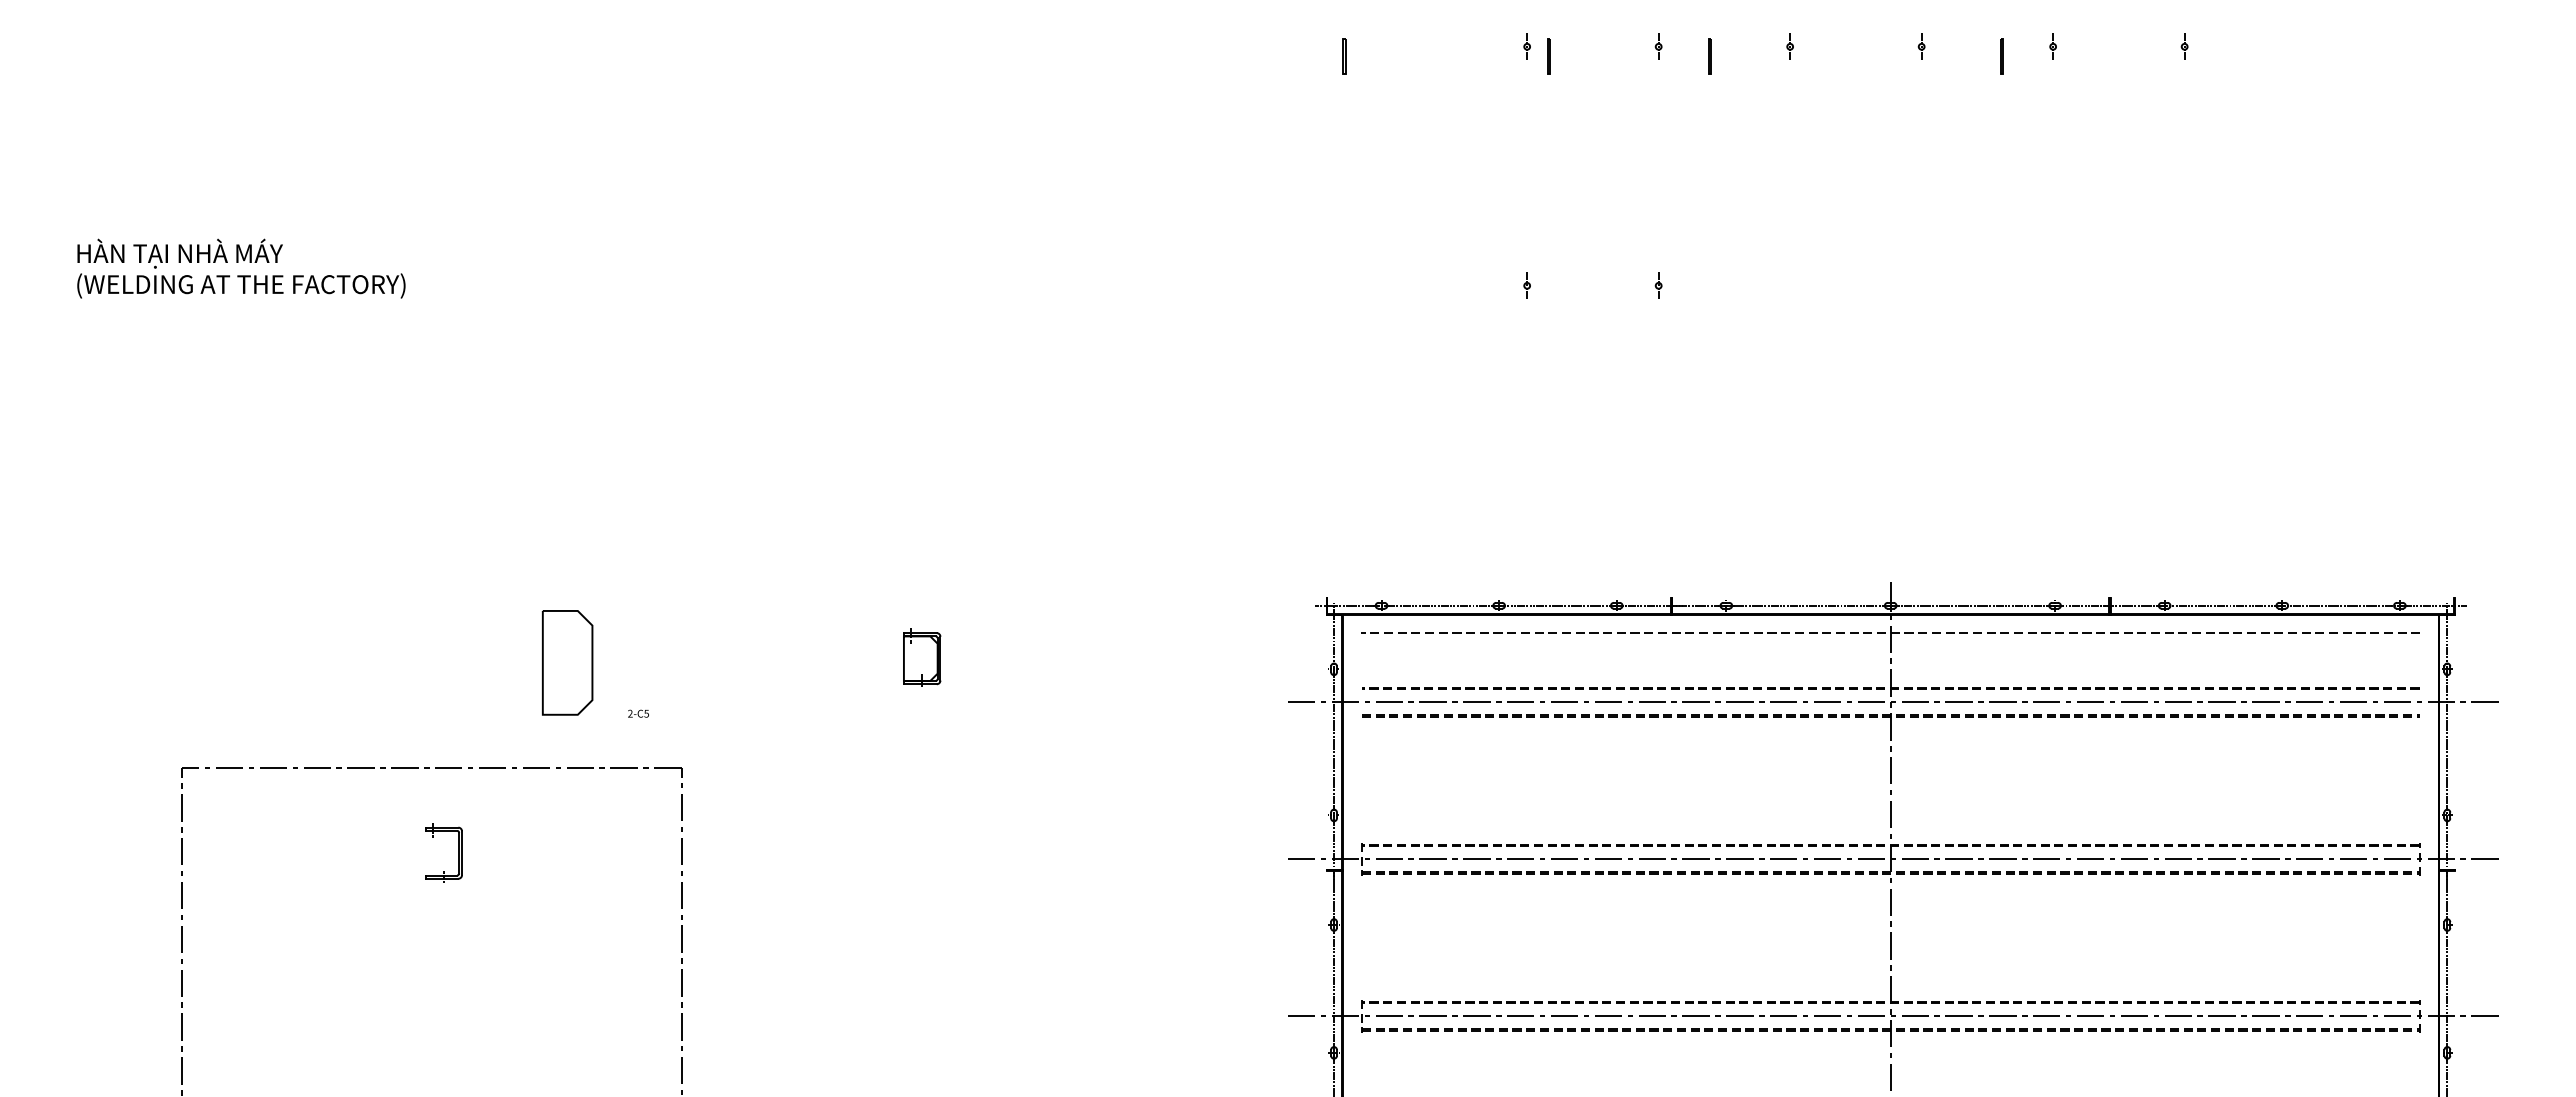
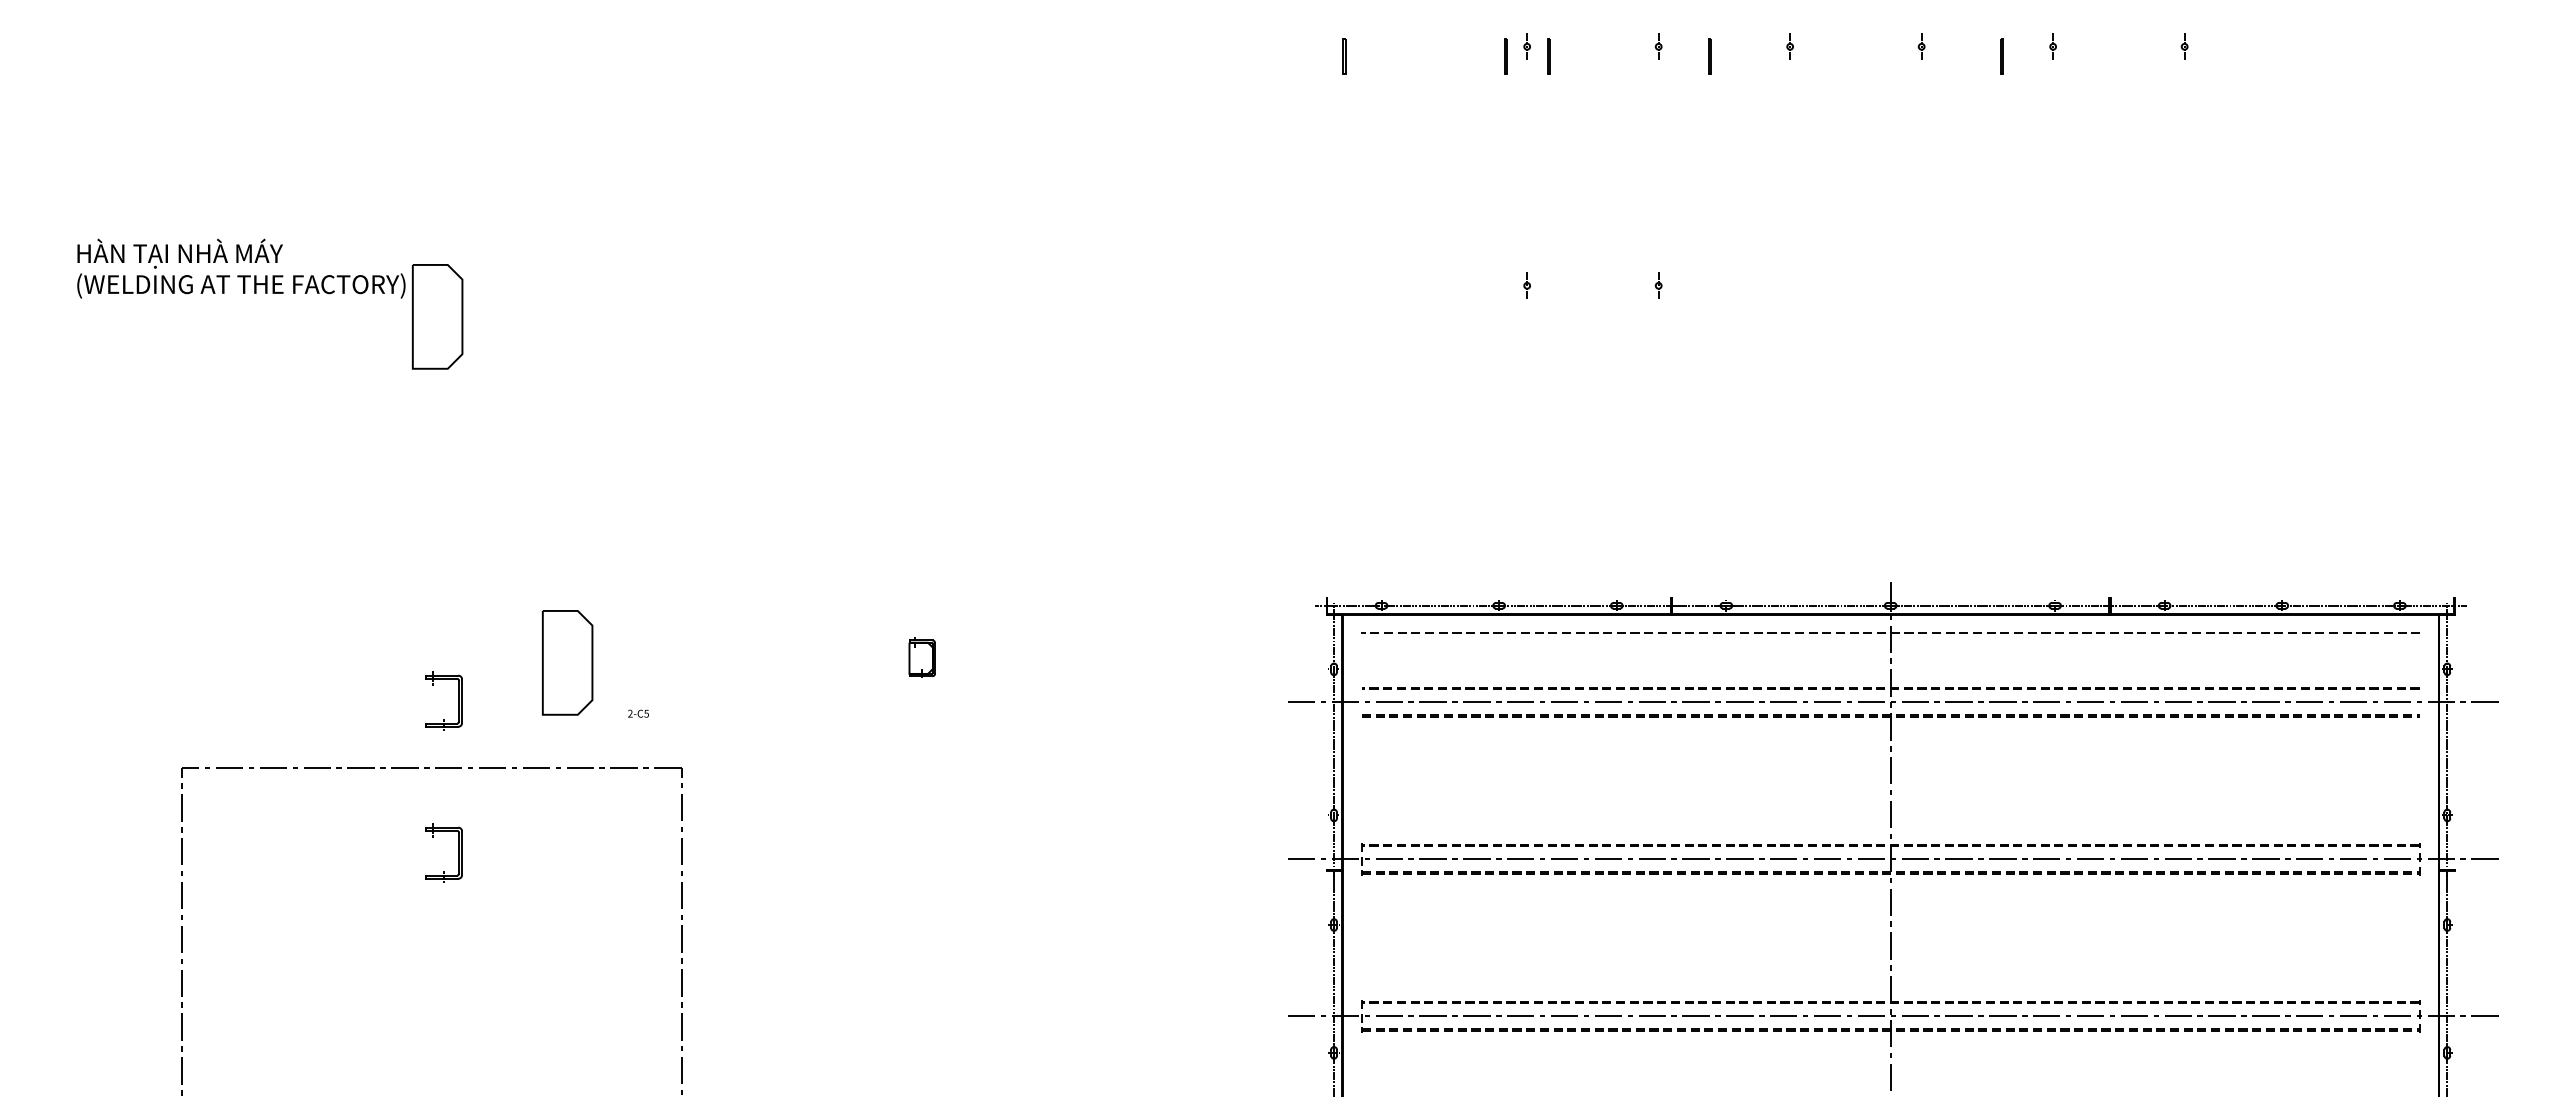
line at (1505, 56): none -> present
part at (437, 316): none -> present
part at (922, 657) size: 39x59 px -> 28x41 px
part at (458, 700): none -> present
